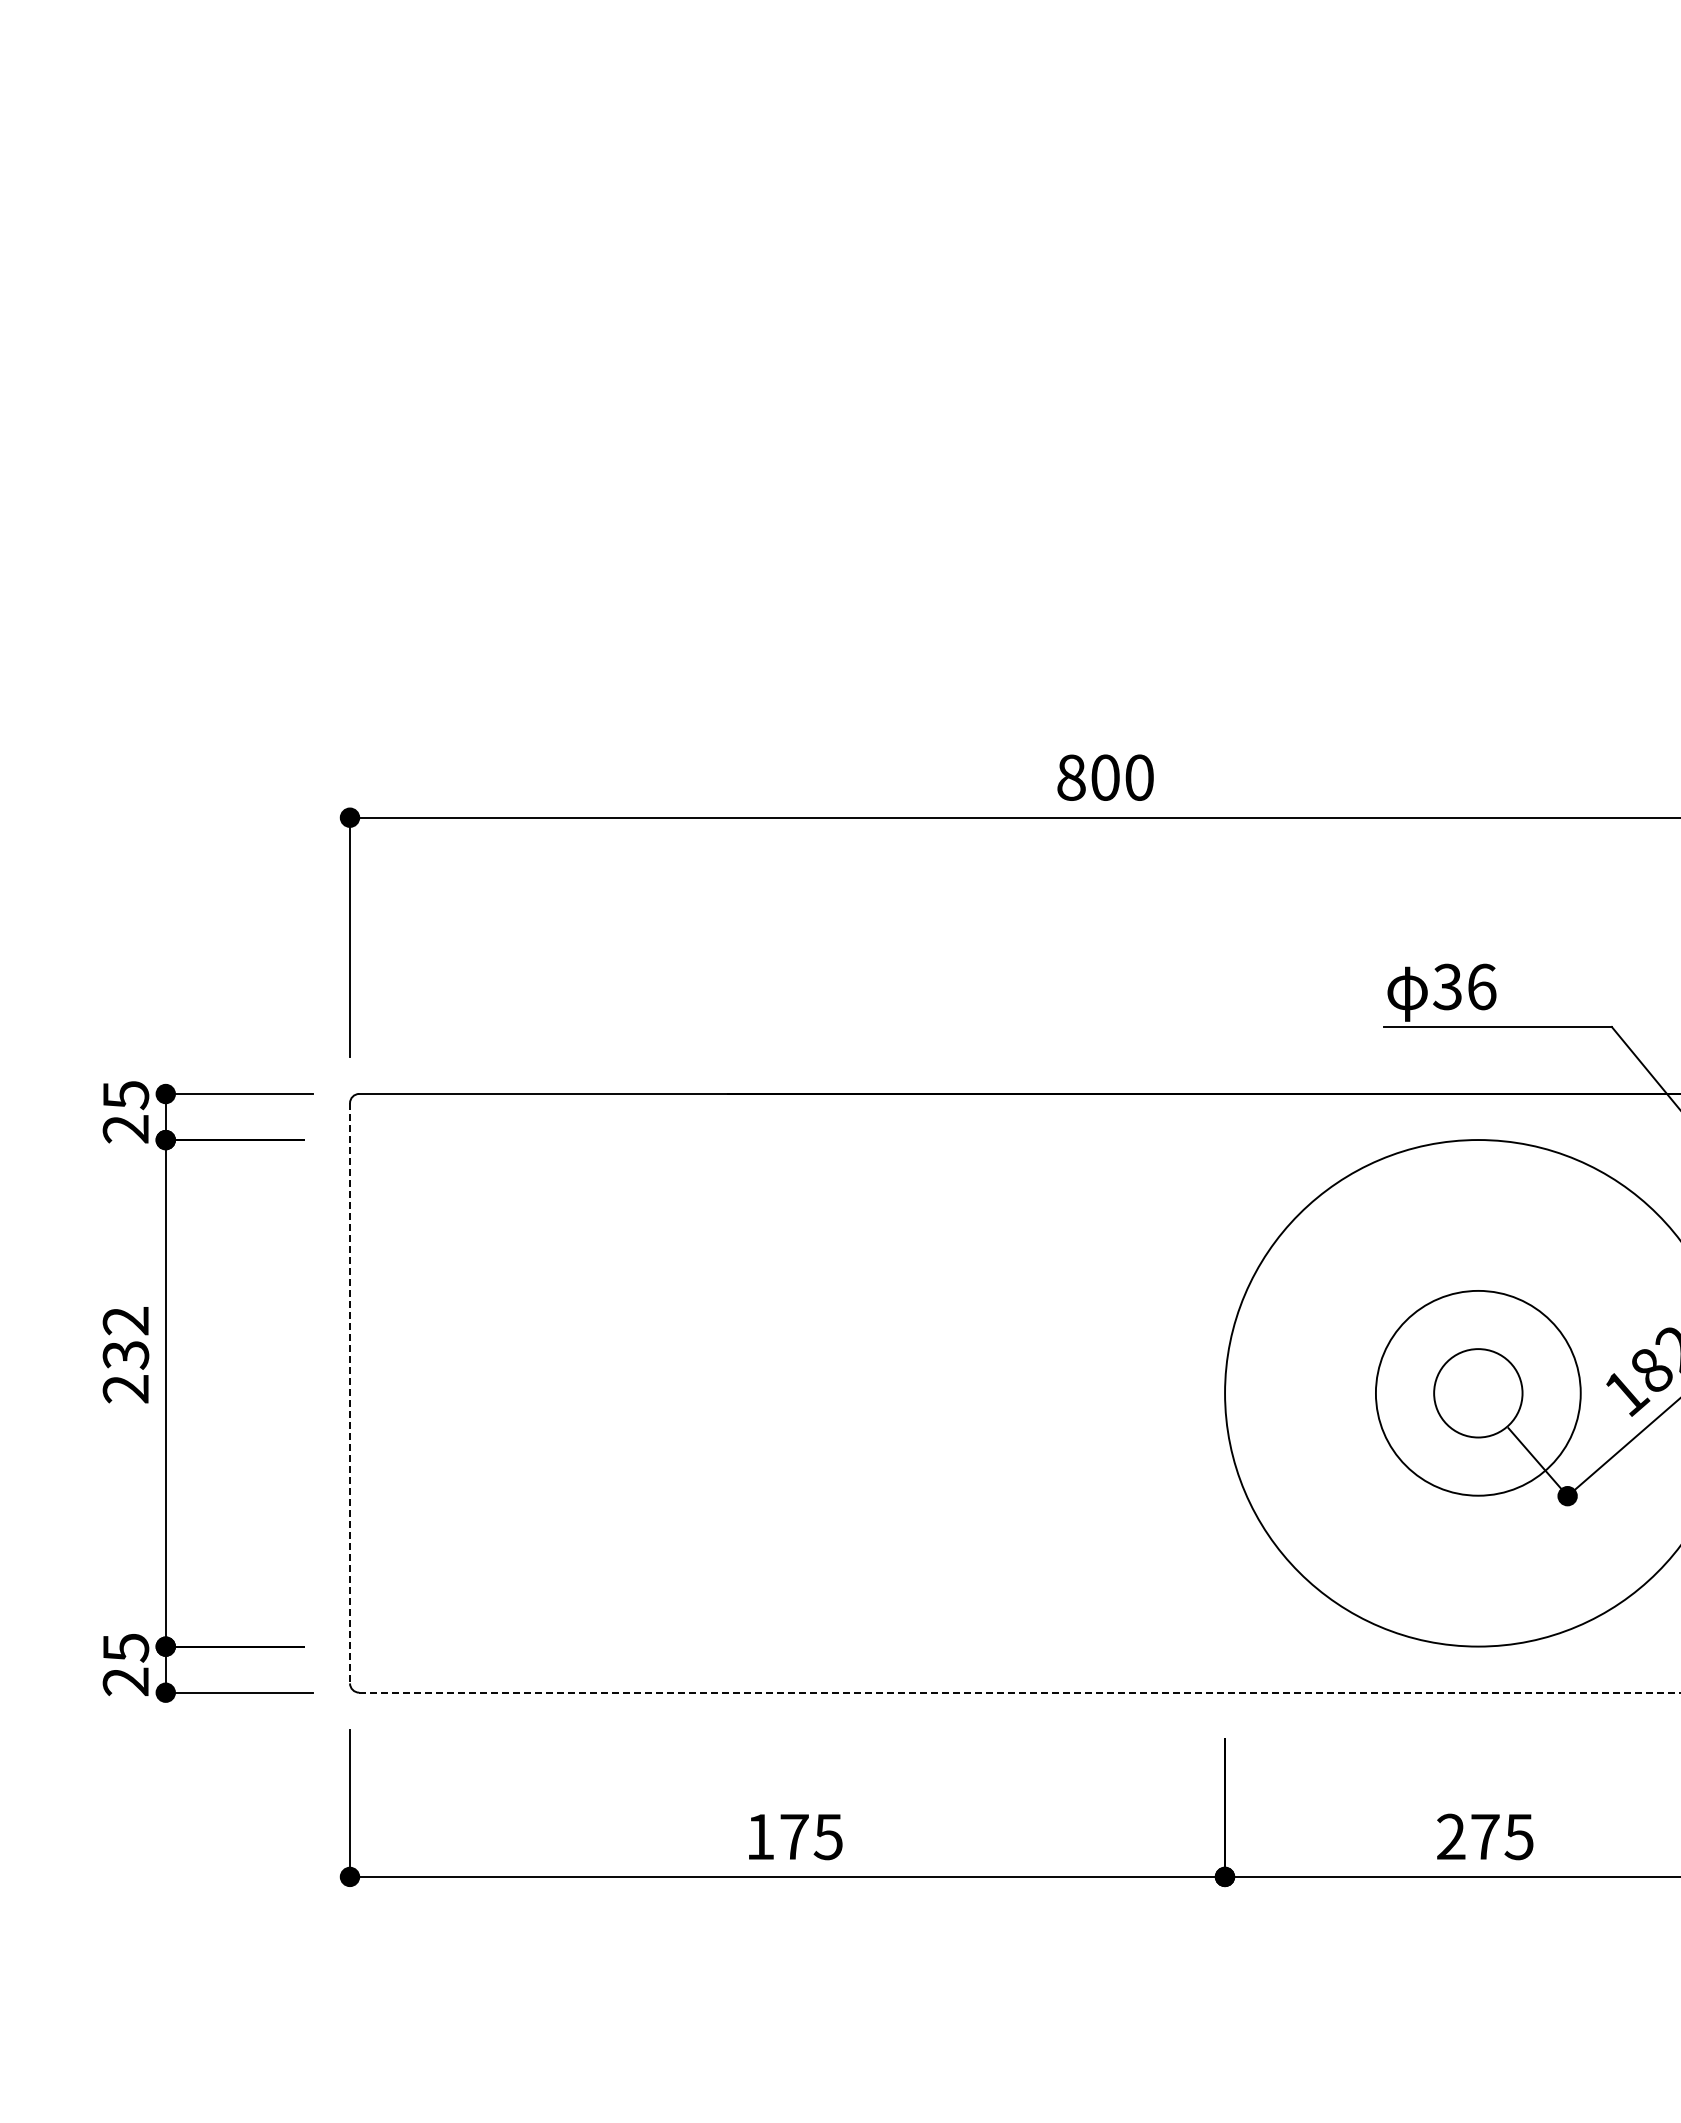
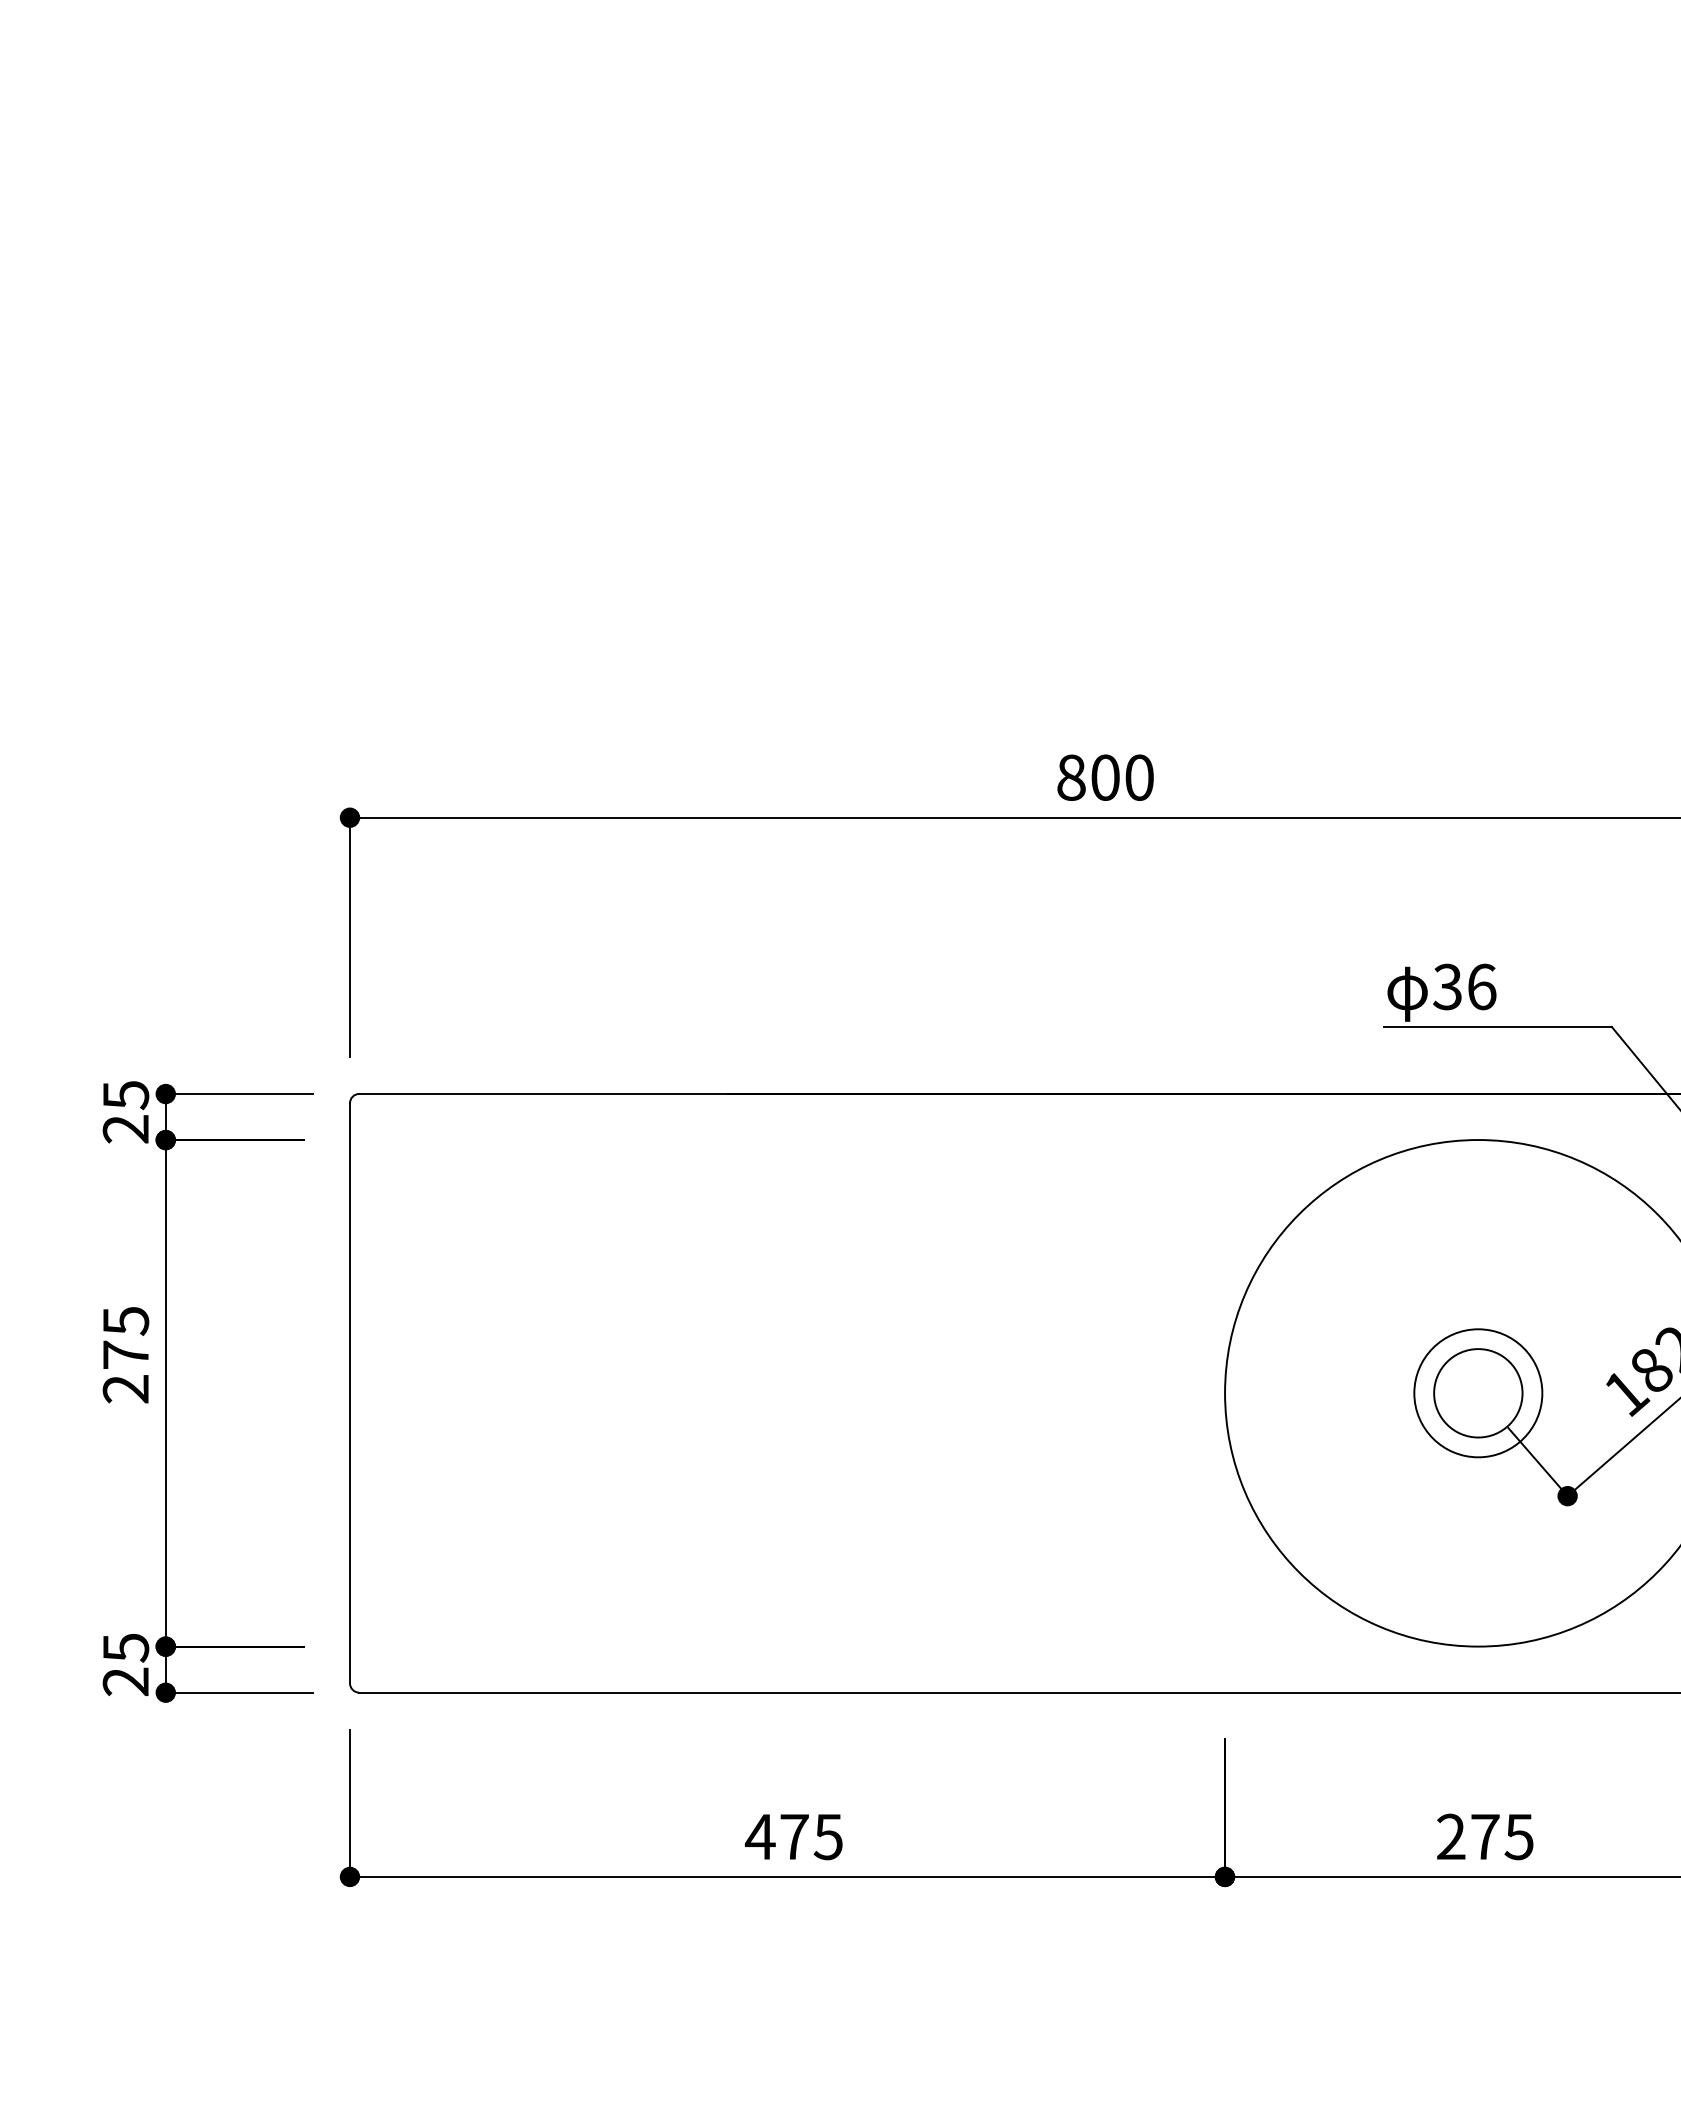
text at (125, 1338): 232 -> 275
circle at (1477, 1392) diameter: 205 px -> 128 px
line at (350, 1393): dashed -> solid
line at (1019, 1692): dashed -> solid
text at (759, 1836): 175 -> 475
